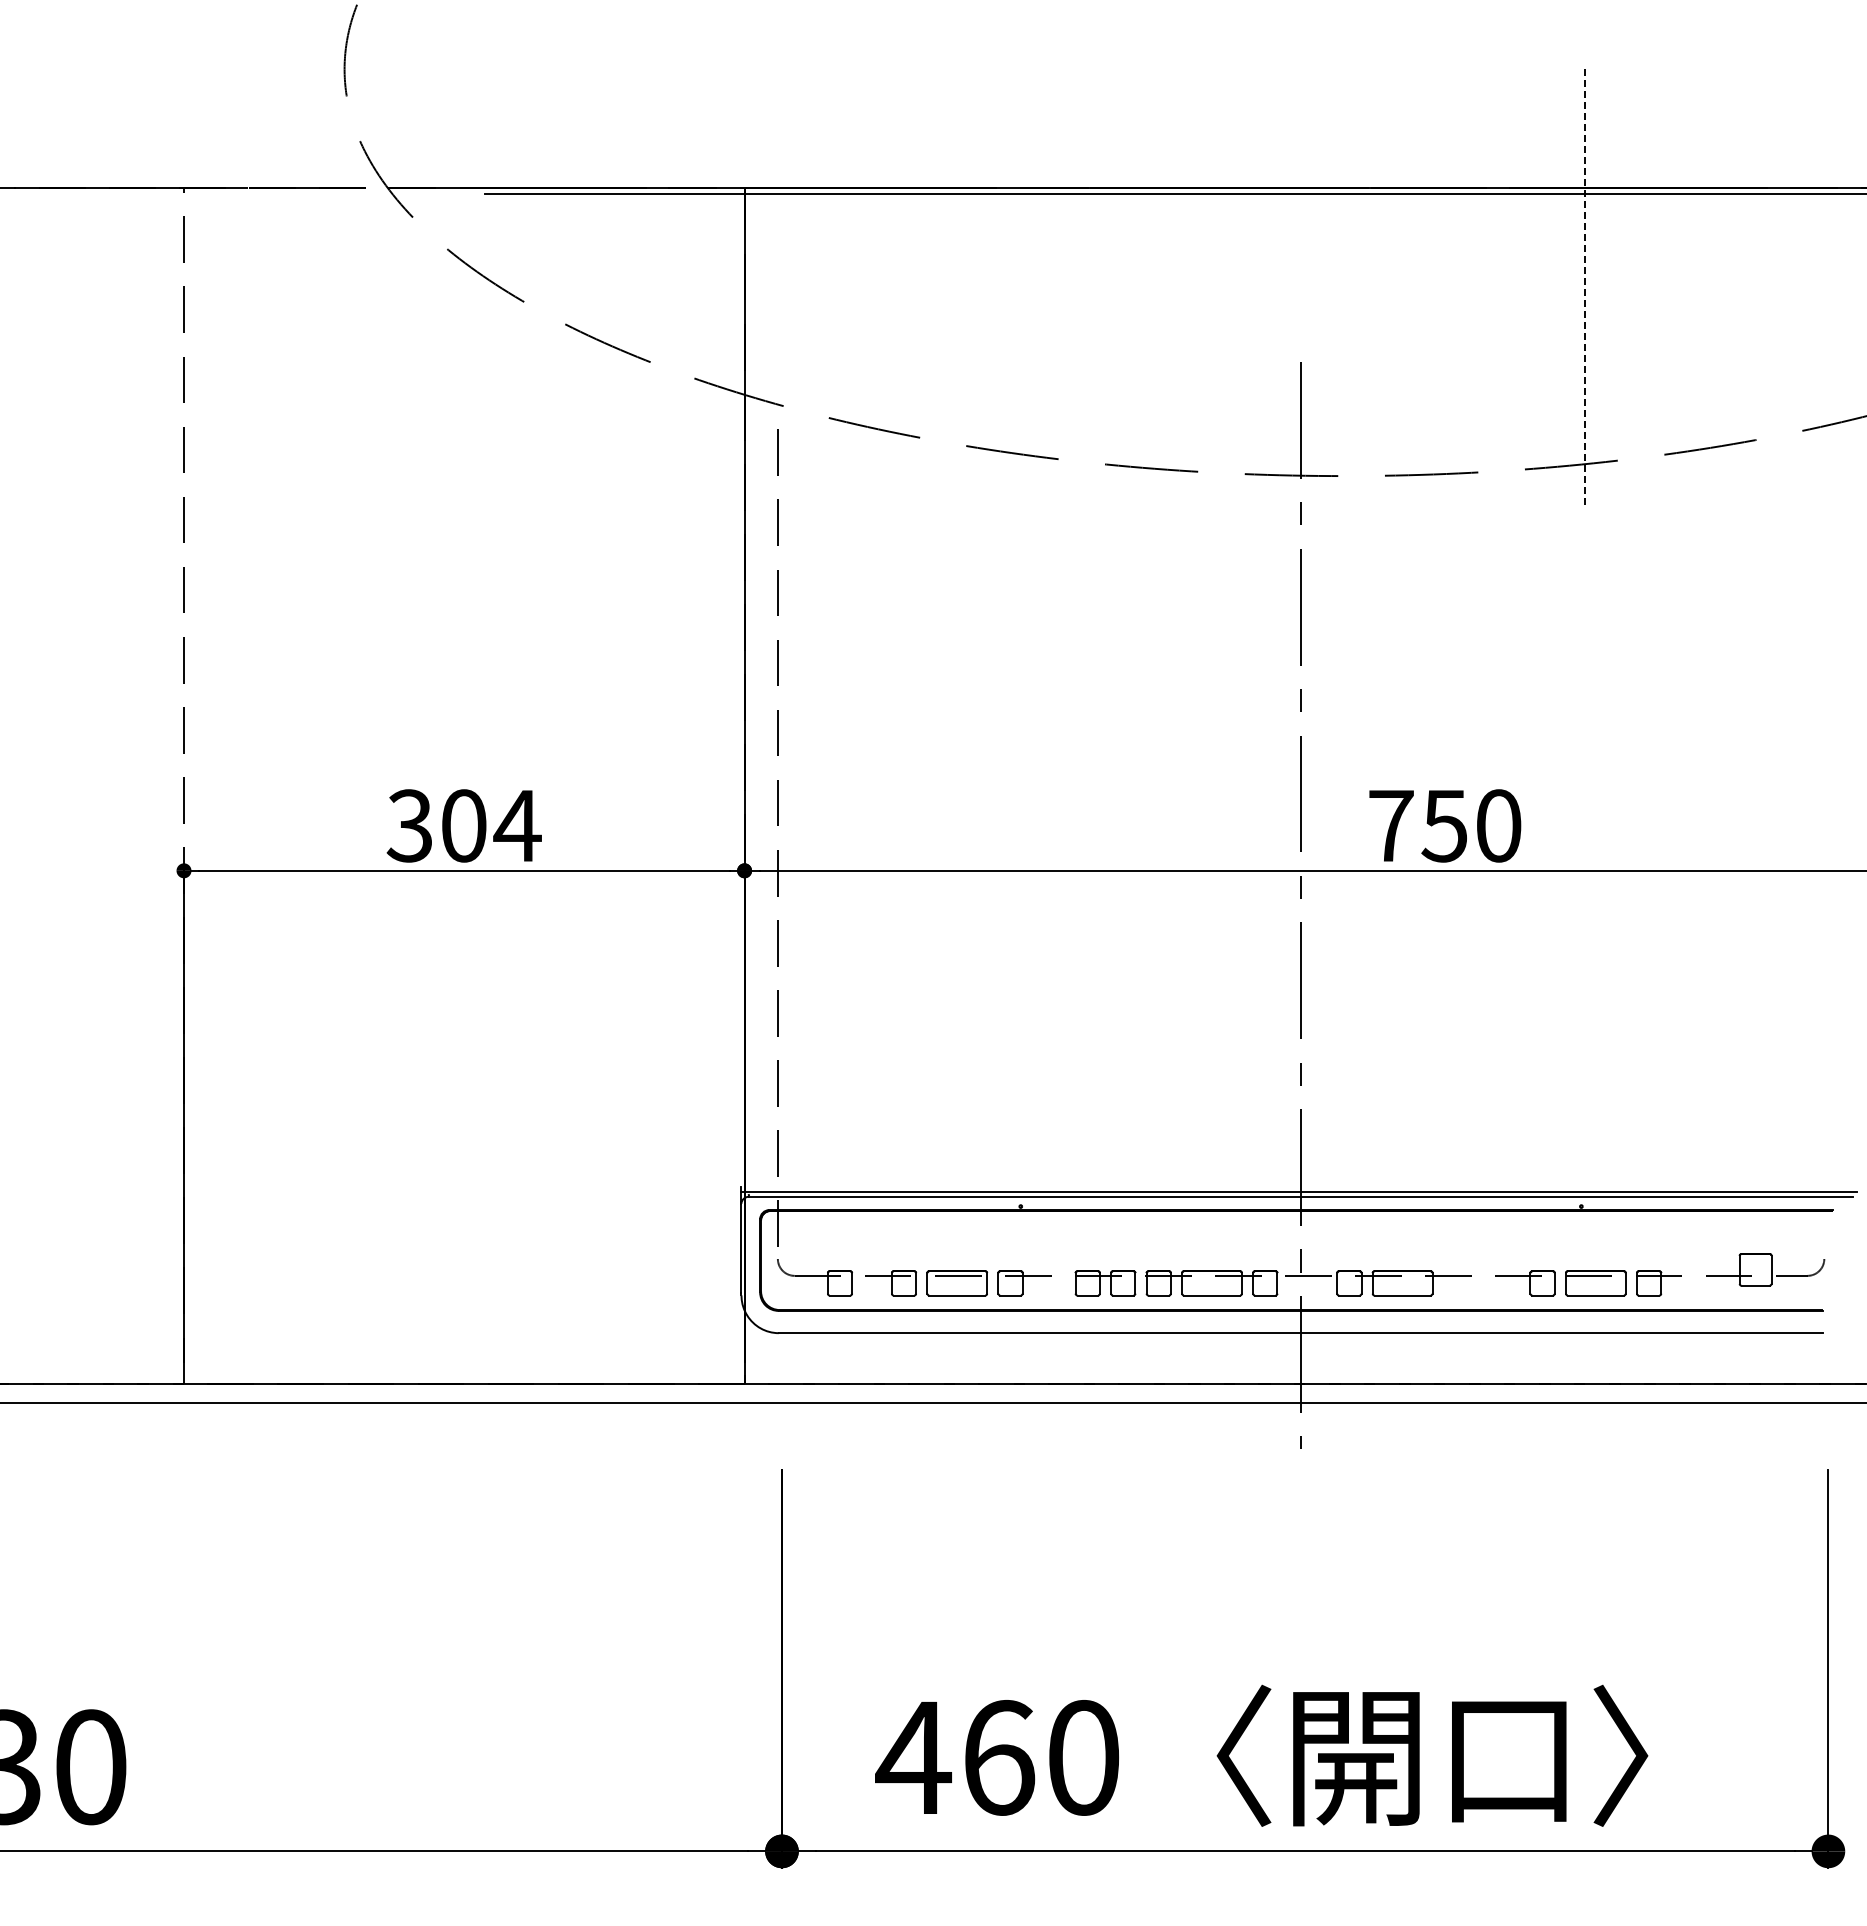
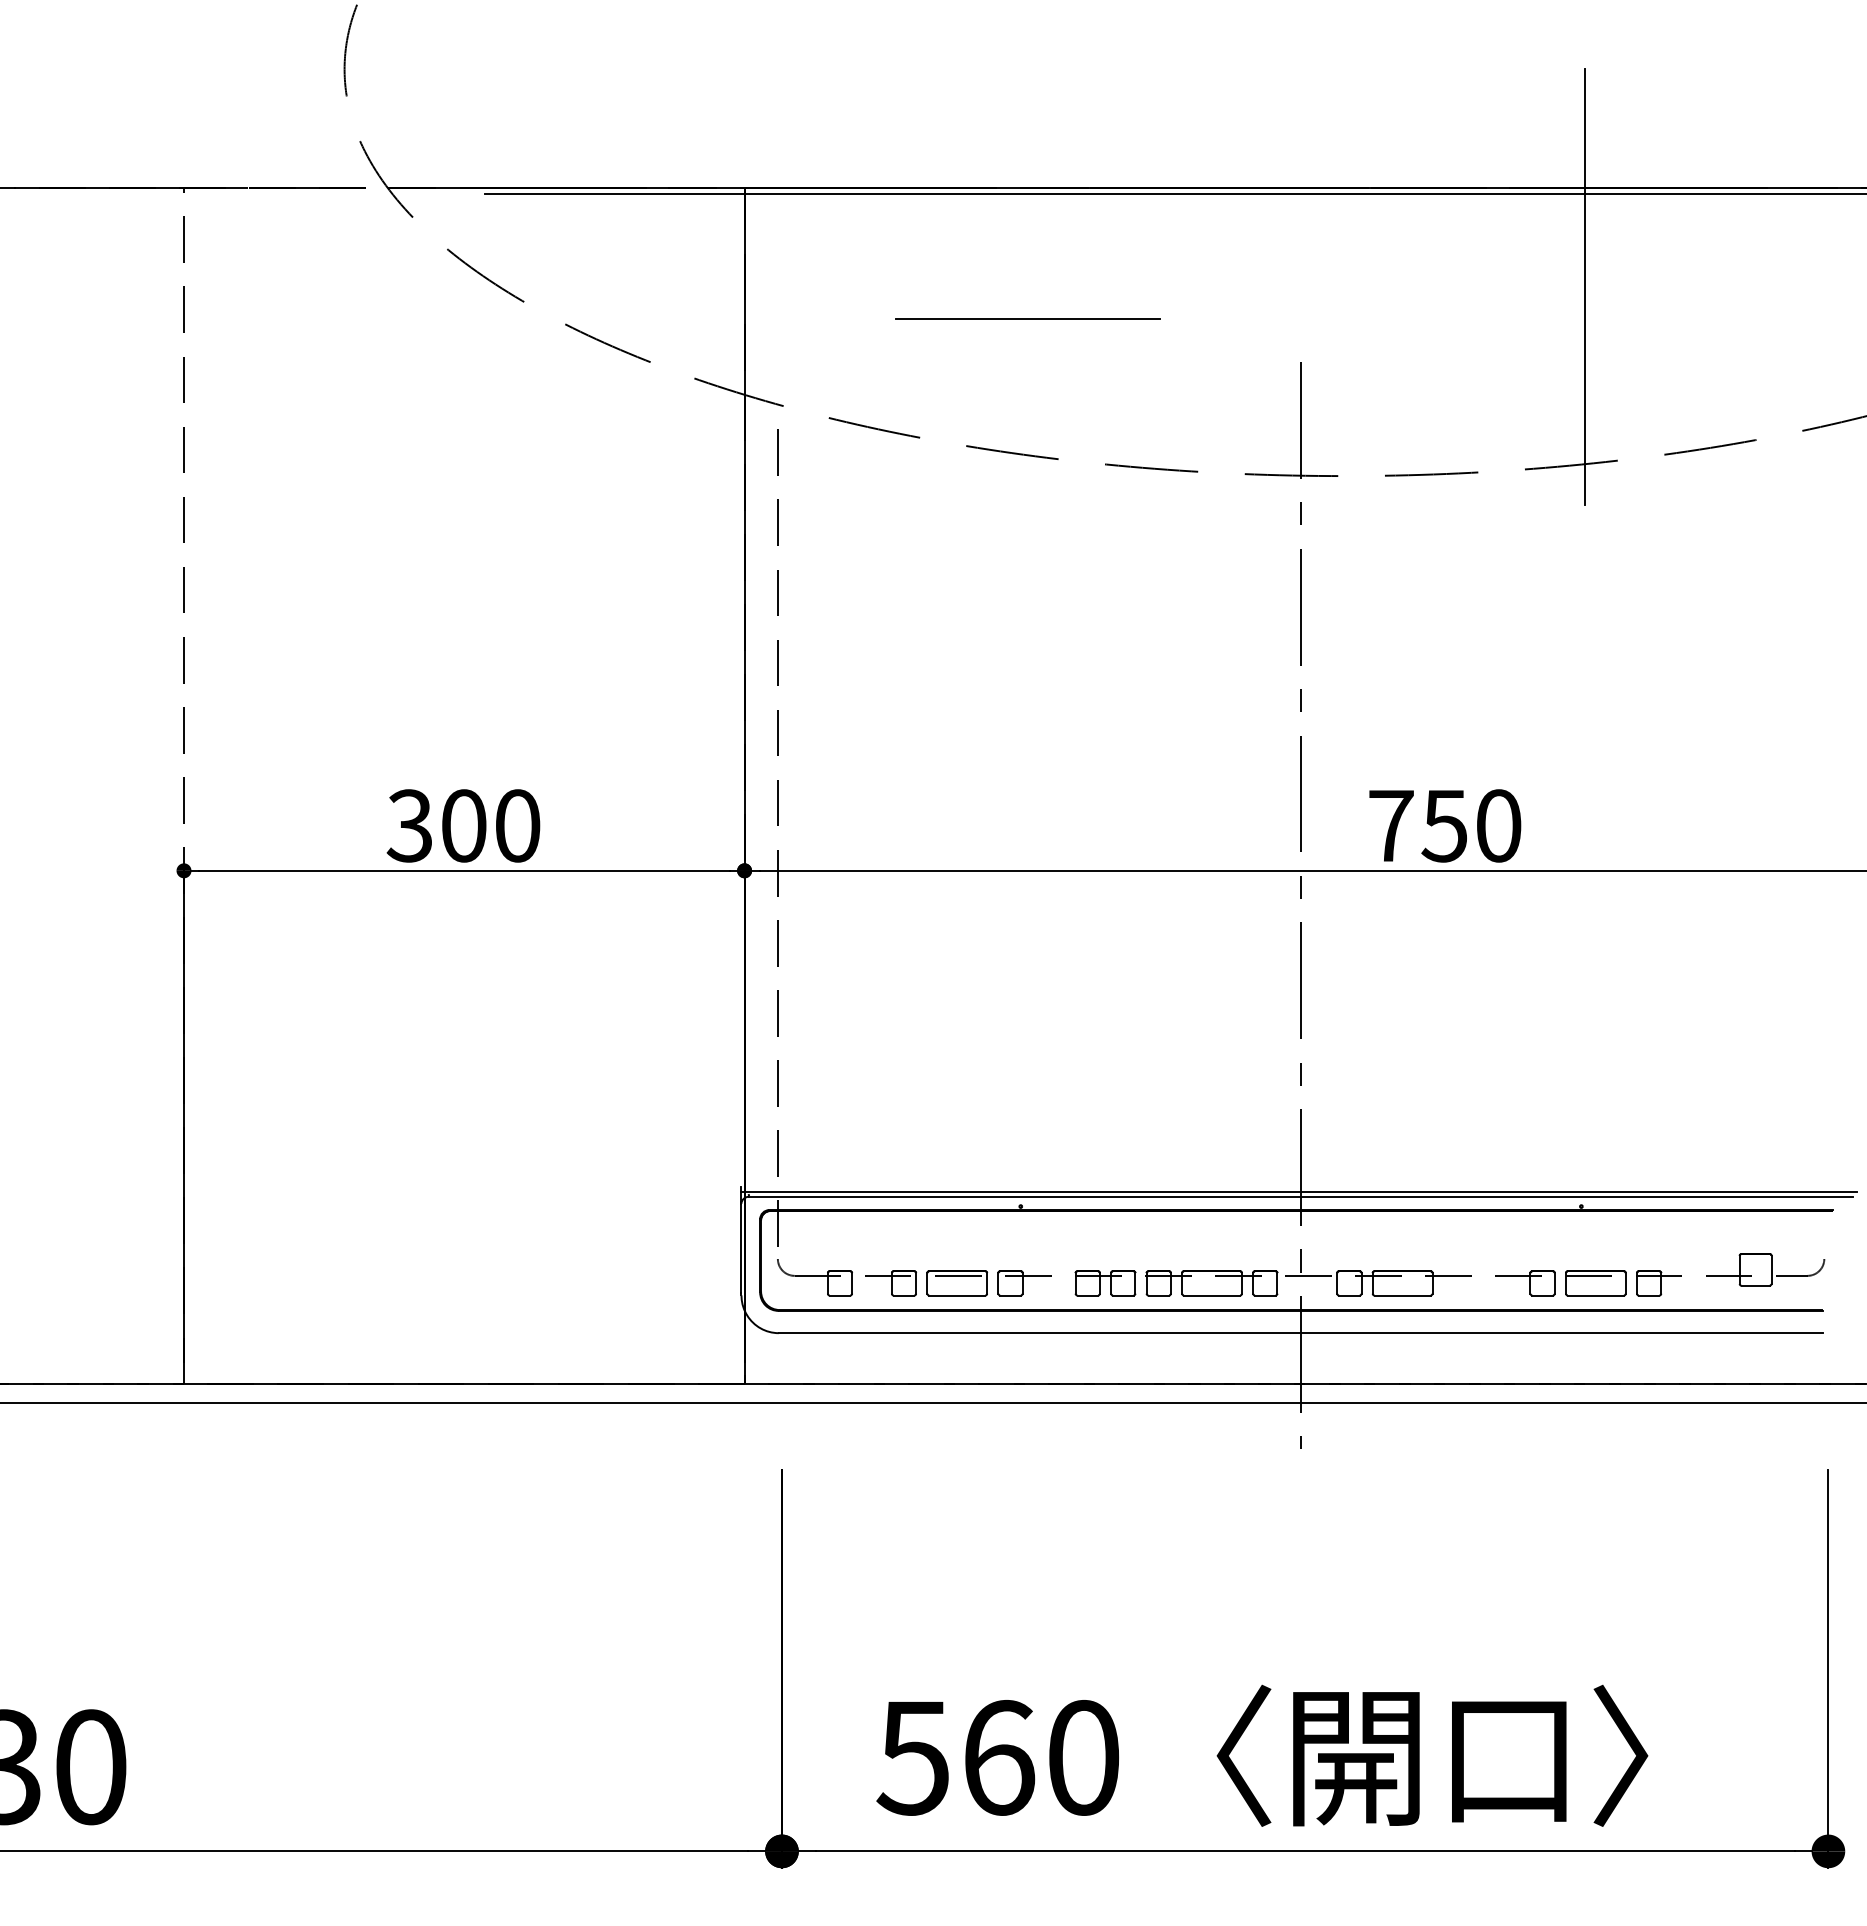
line at (1585, 287): dashed -> solid
line at (1027, 318): none -> present
text at (517, 825): 304 -> 300
text at (913, 1758): 460 -> 560
